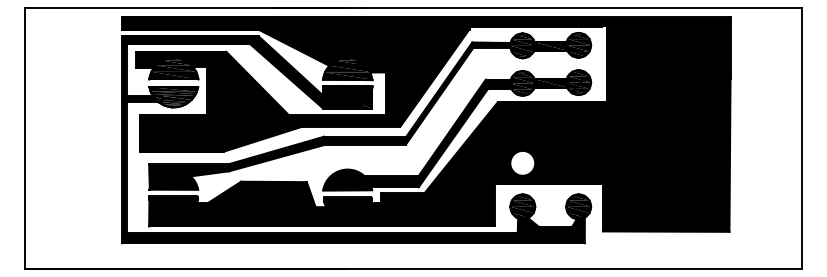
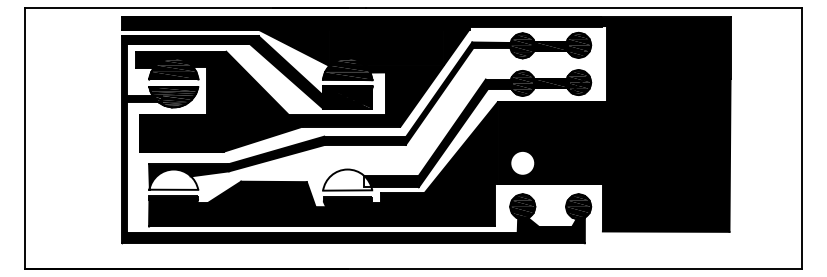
fill at (173, 179): present -> none
fill at (347, 179): present -> none
